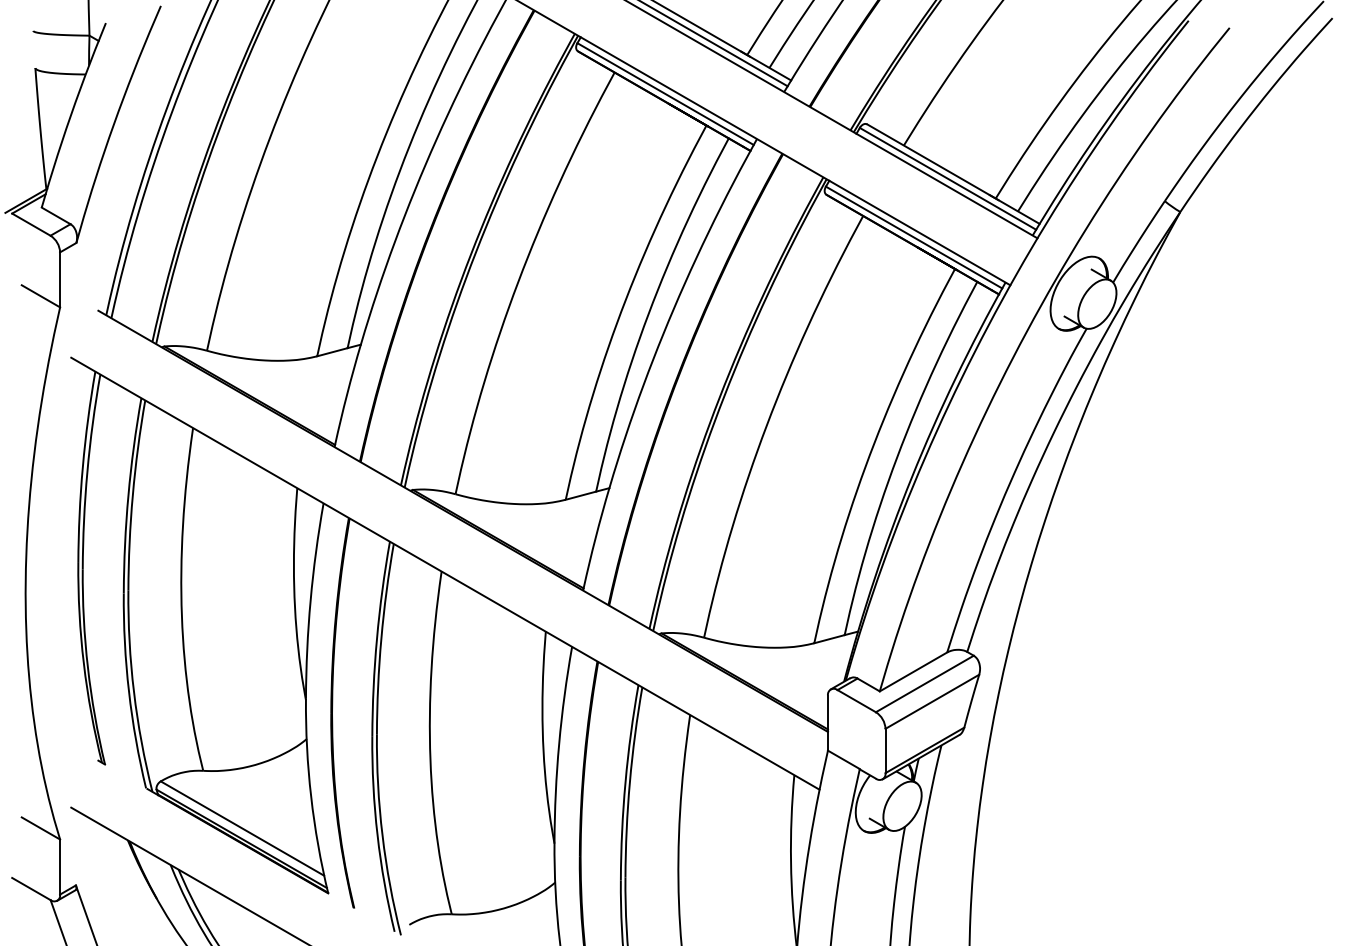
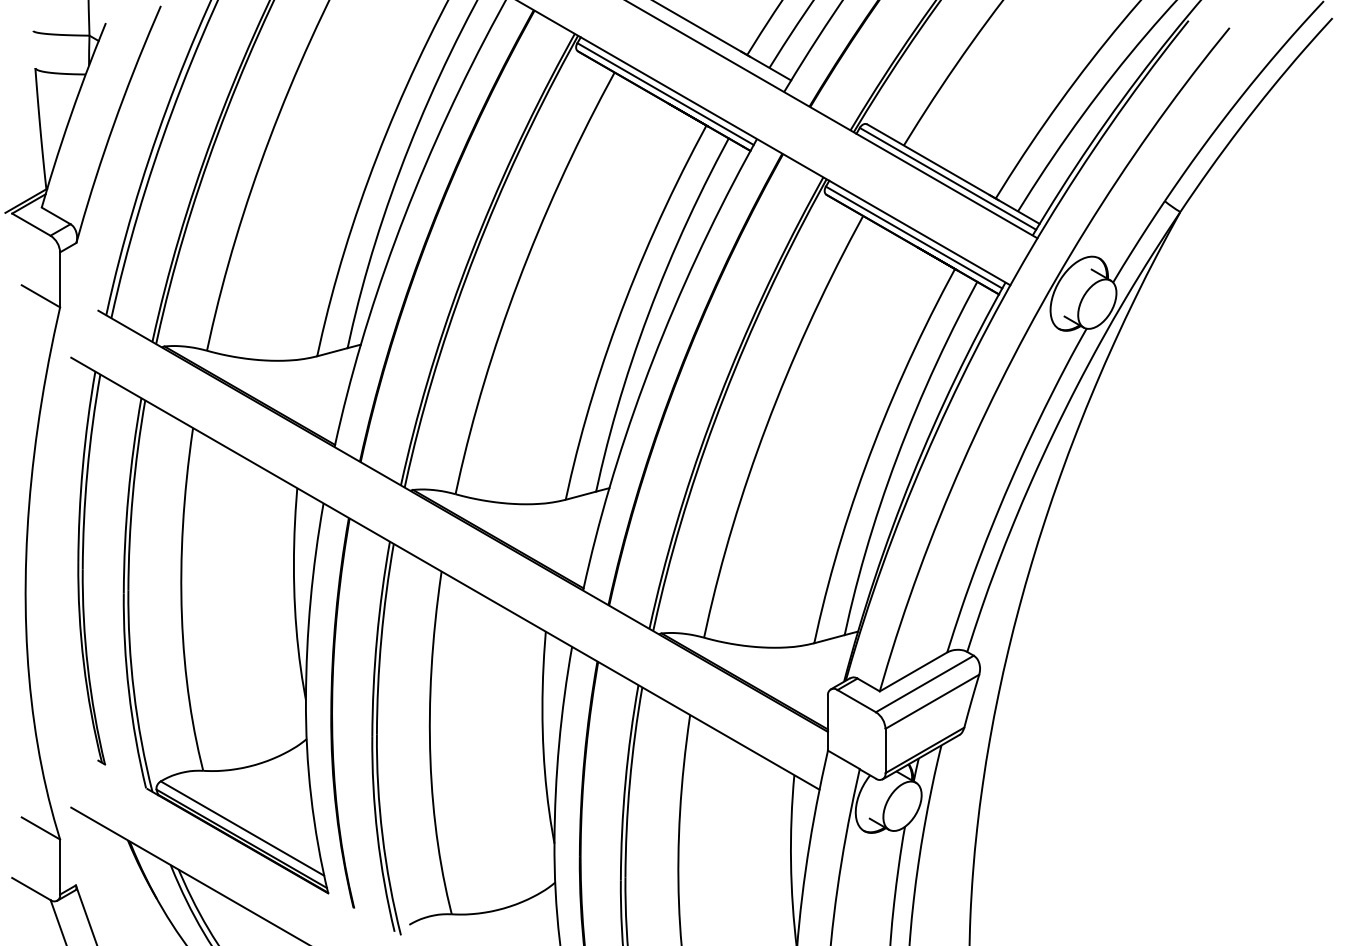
line at (714, 44): present -> none
